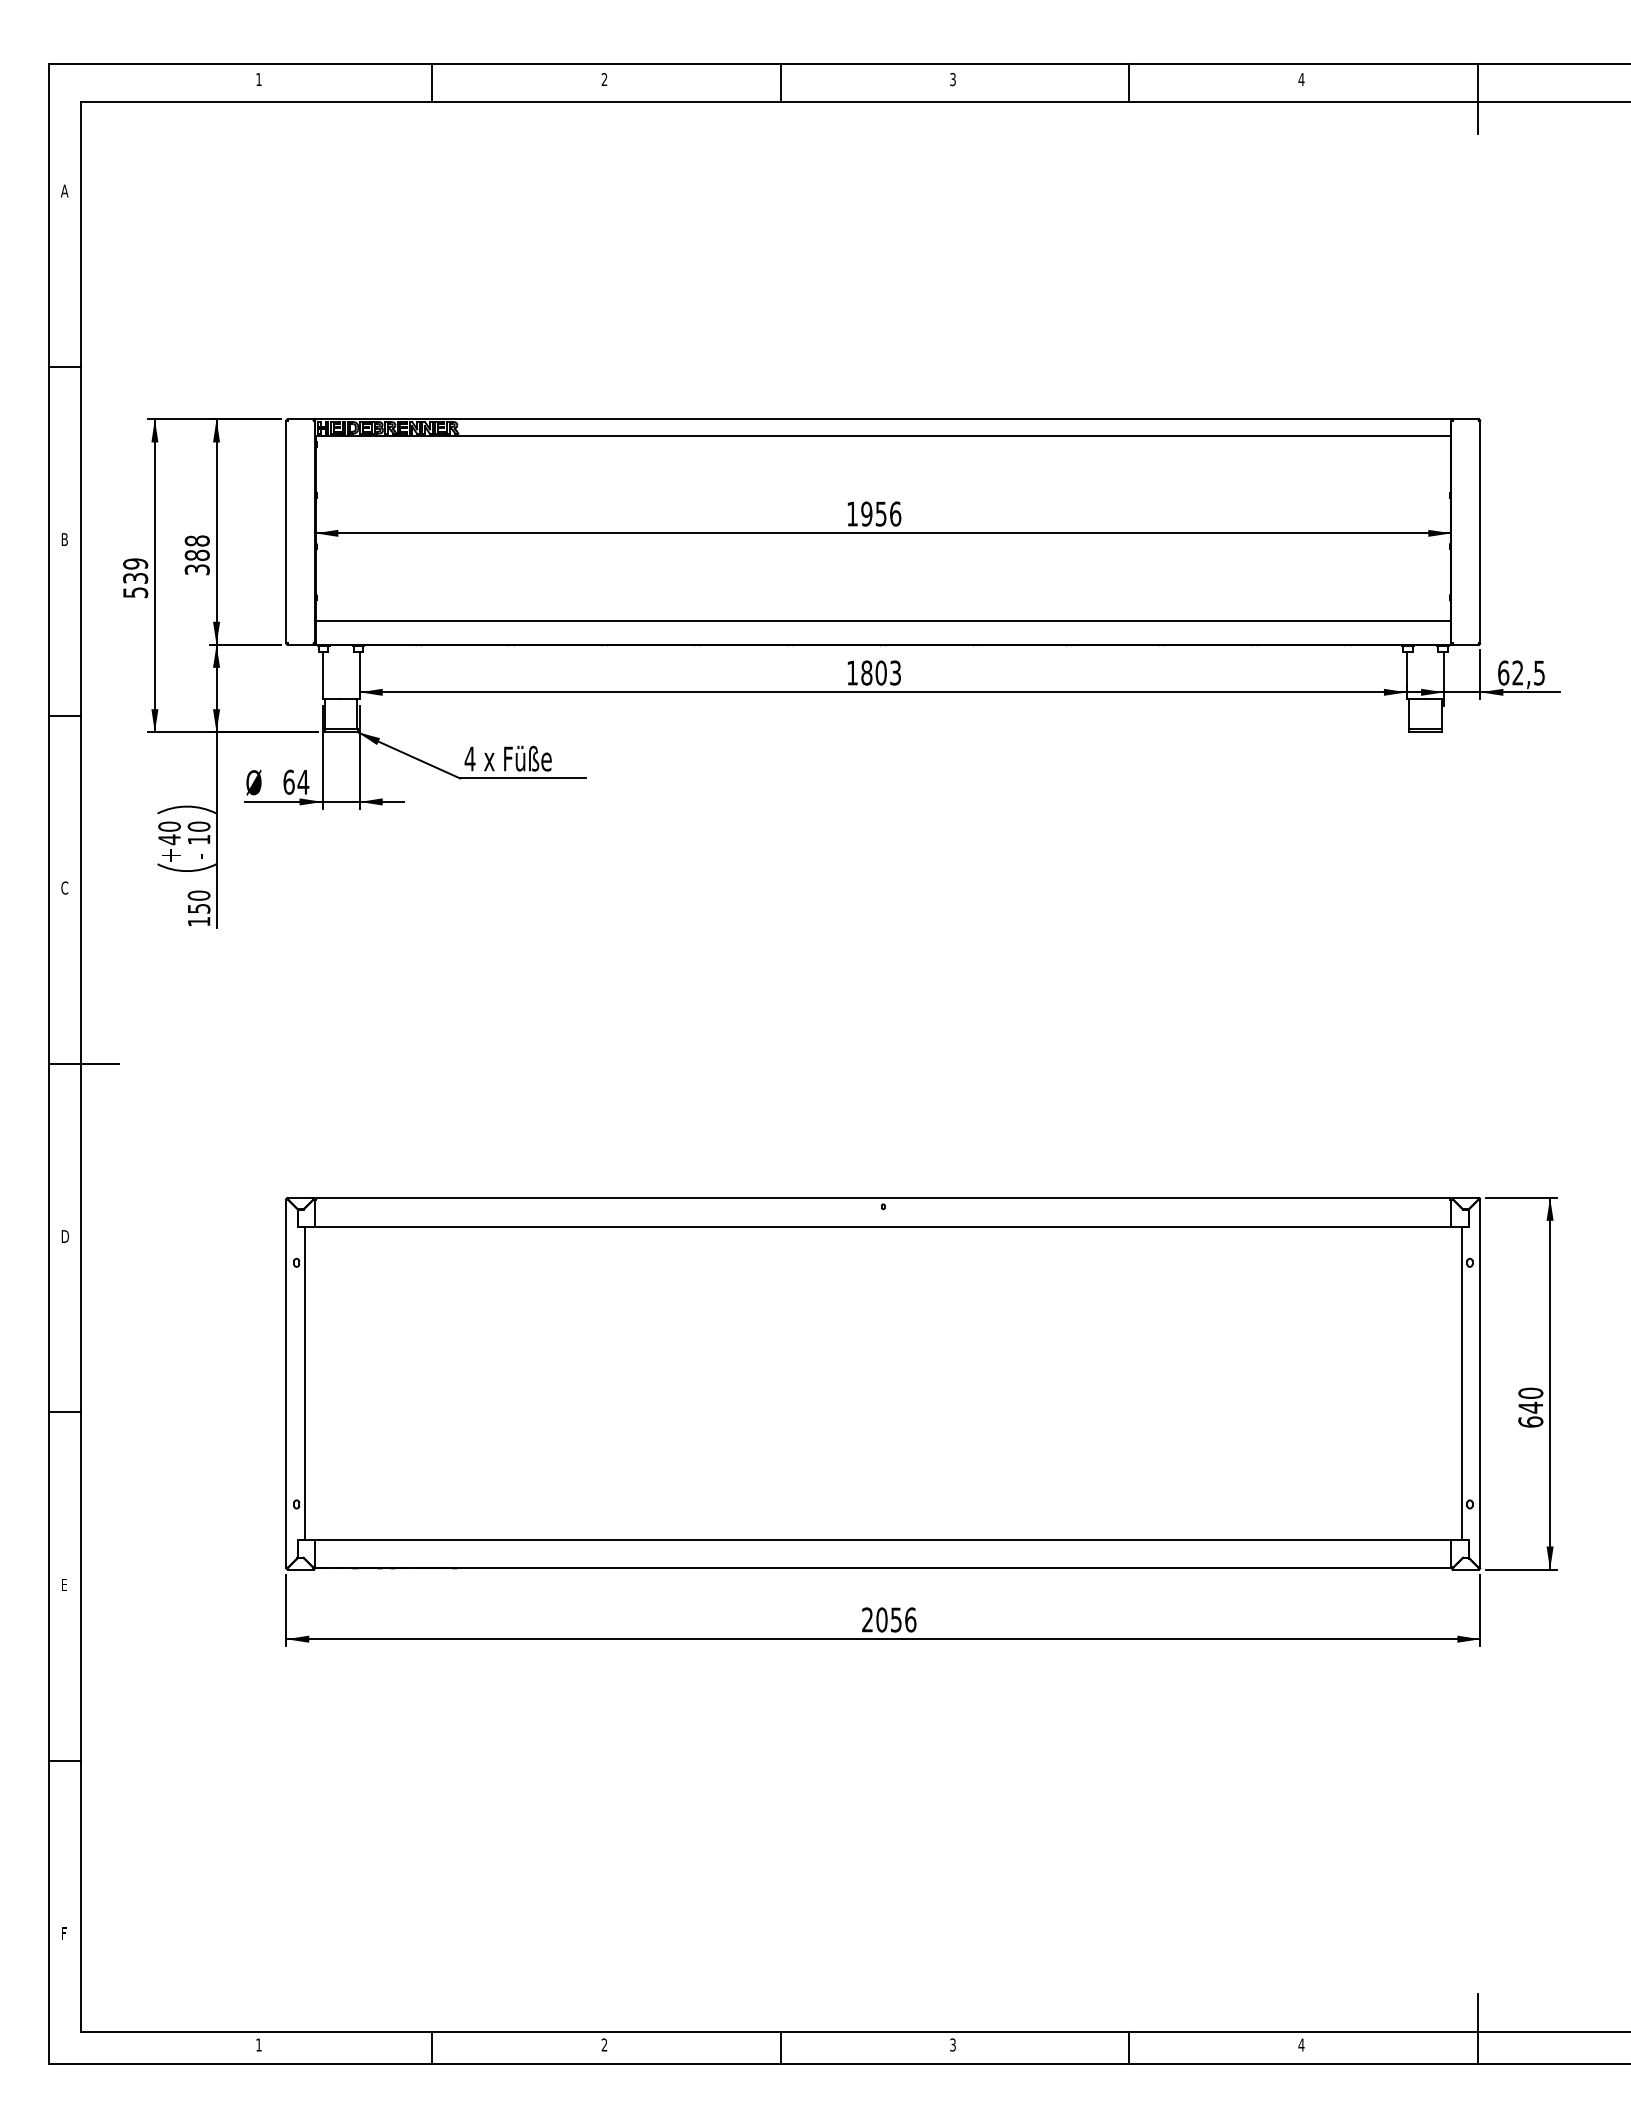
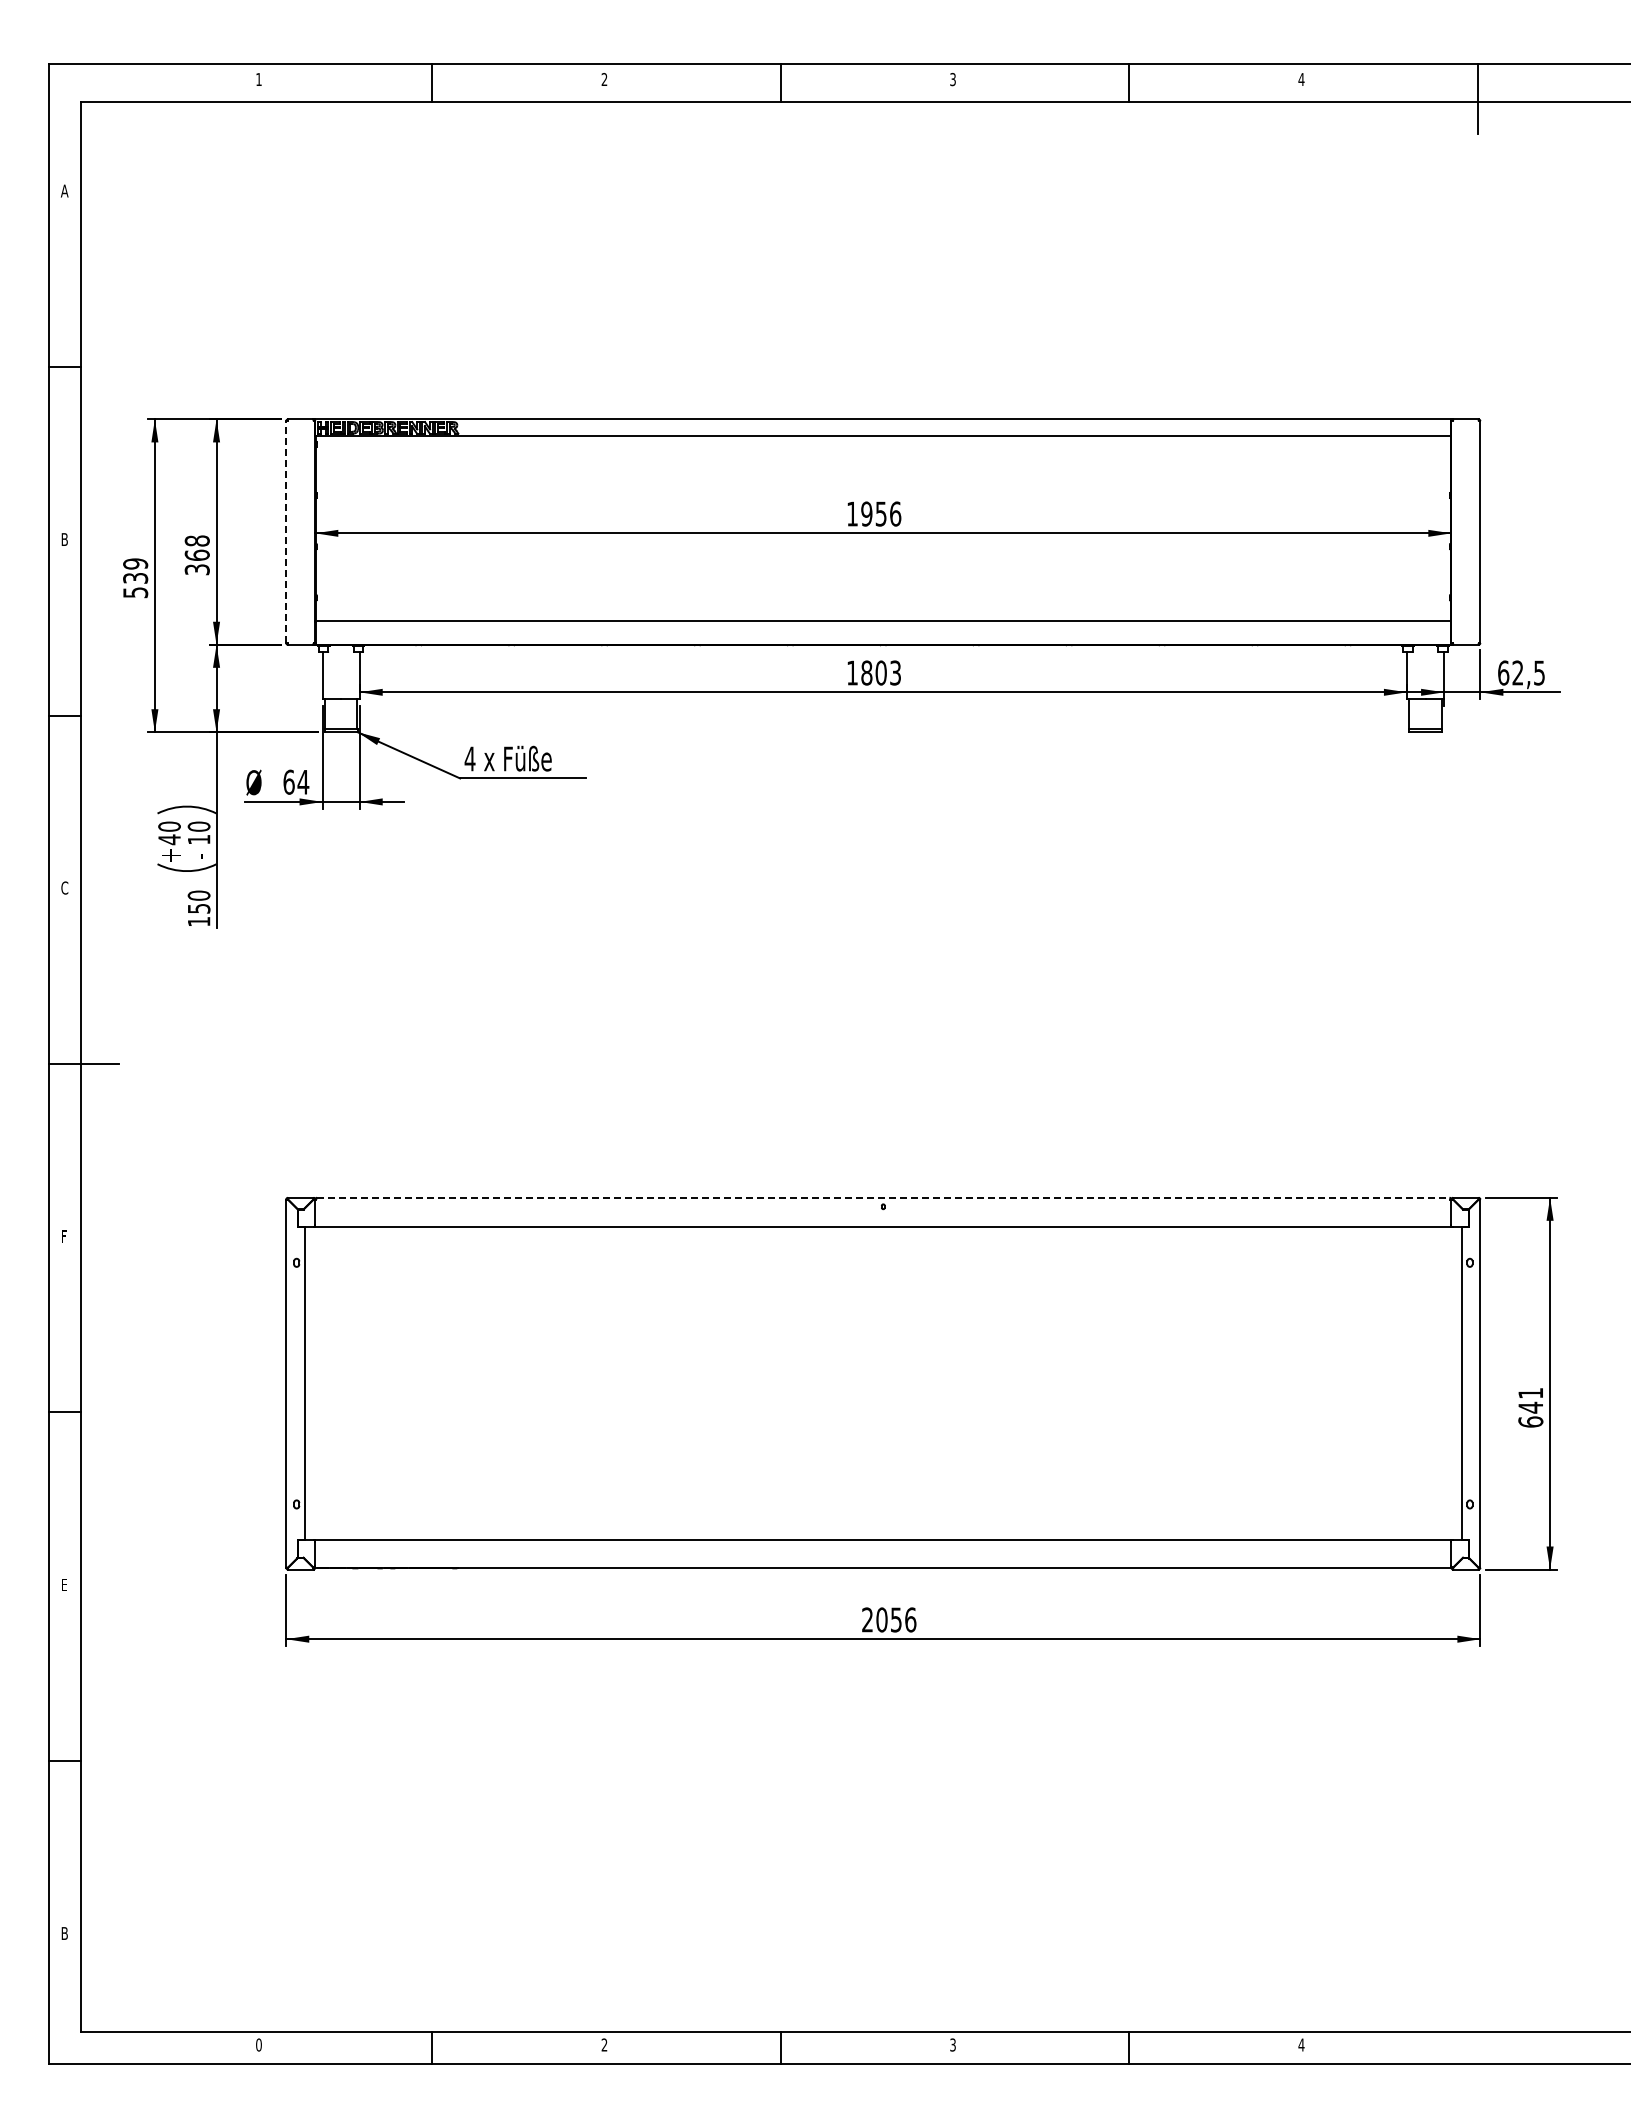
line at (286, 532): solid -> dashed
text at (196, 554): 388 -> 368
line at (883, 1197): solid -> dashed
text at (65, 1236): D -> F
text at (1530, 1392): 640 -> 641
text at (64, 1933): F -> B
line at (1477, 2029): present -> none
text at (258, 2044): 1 -> 0
